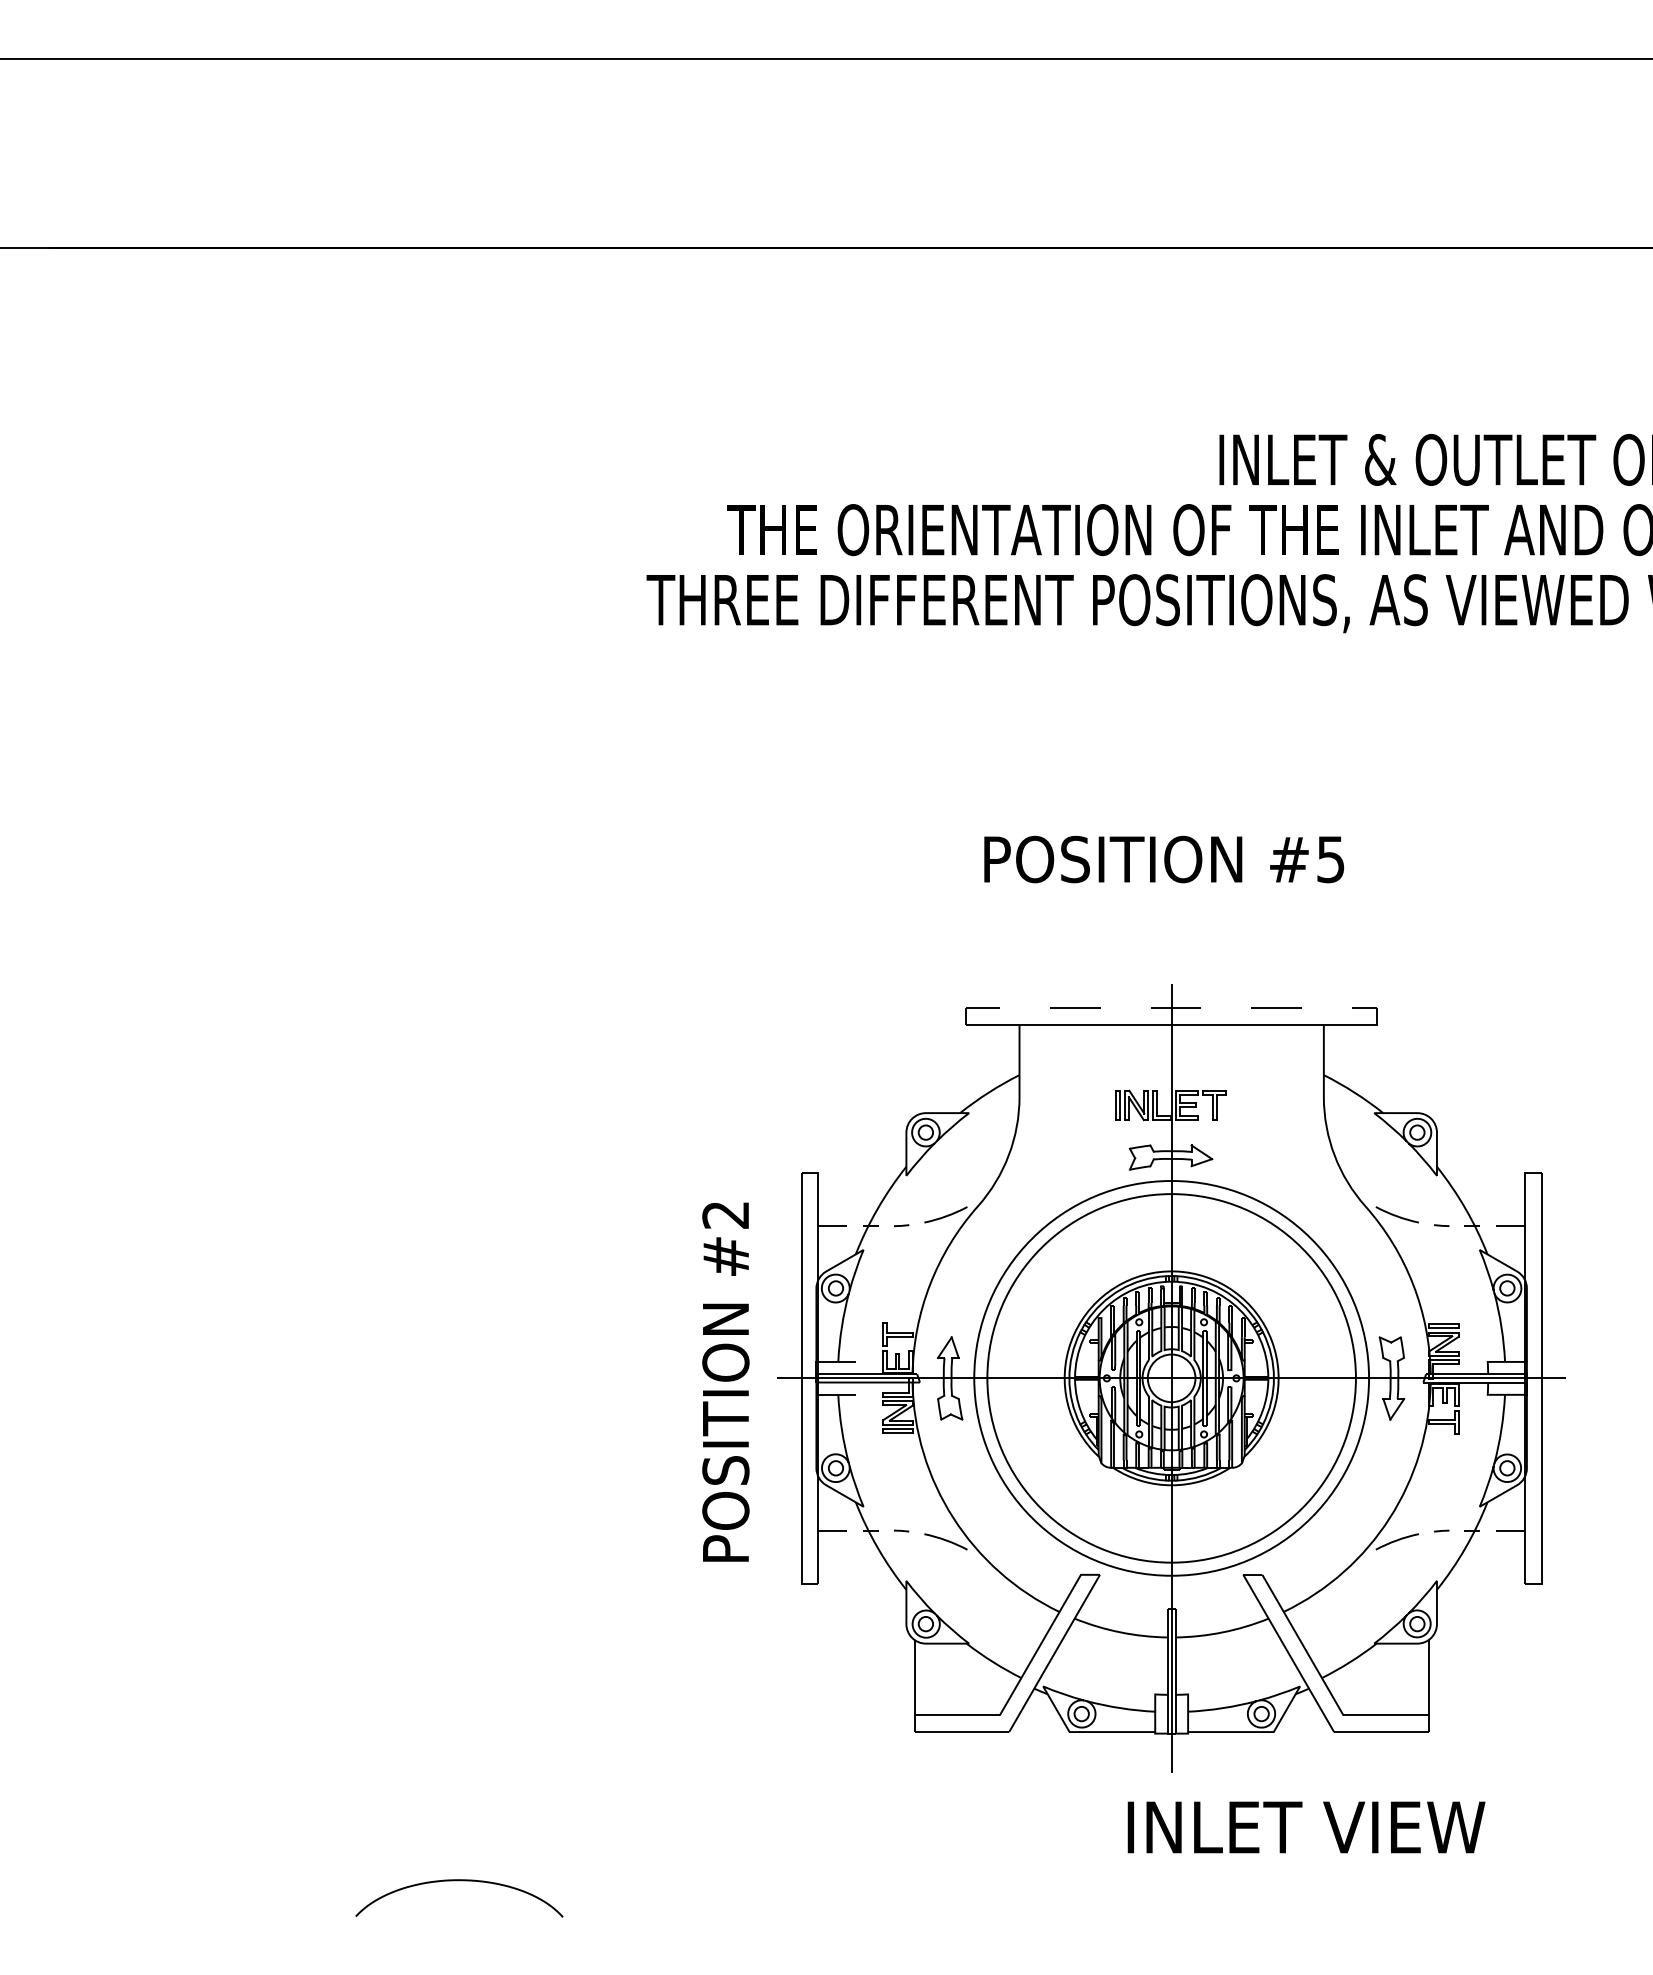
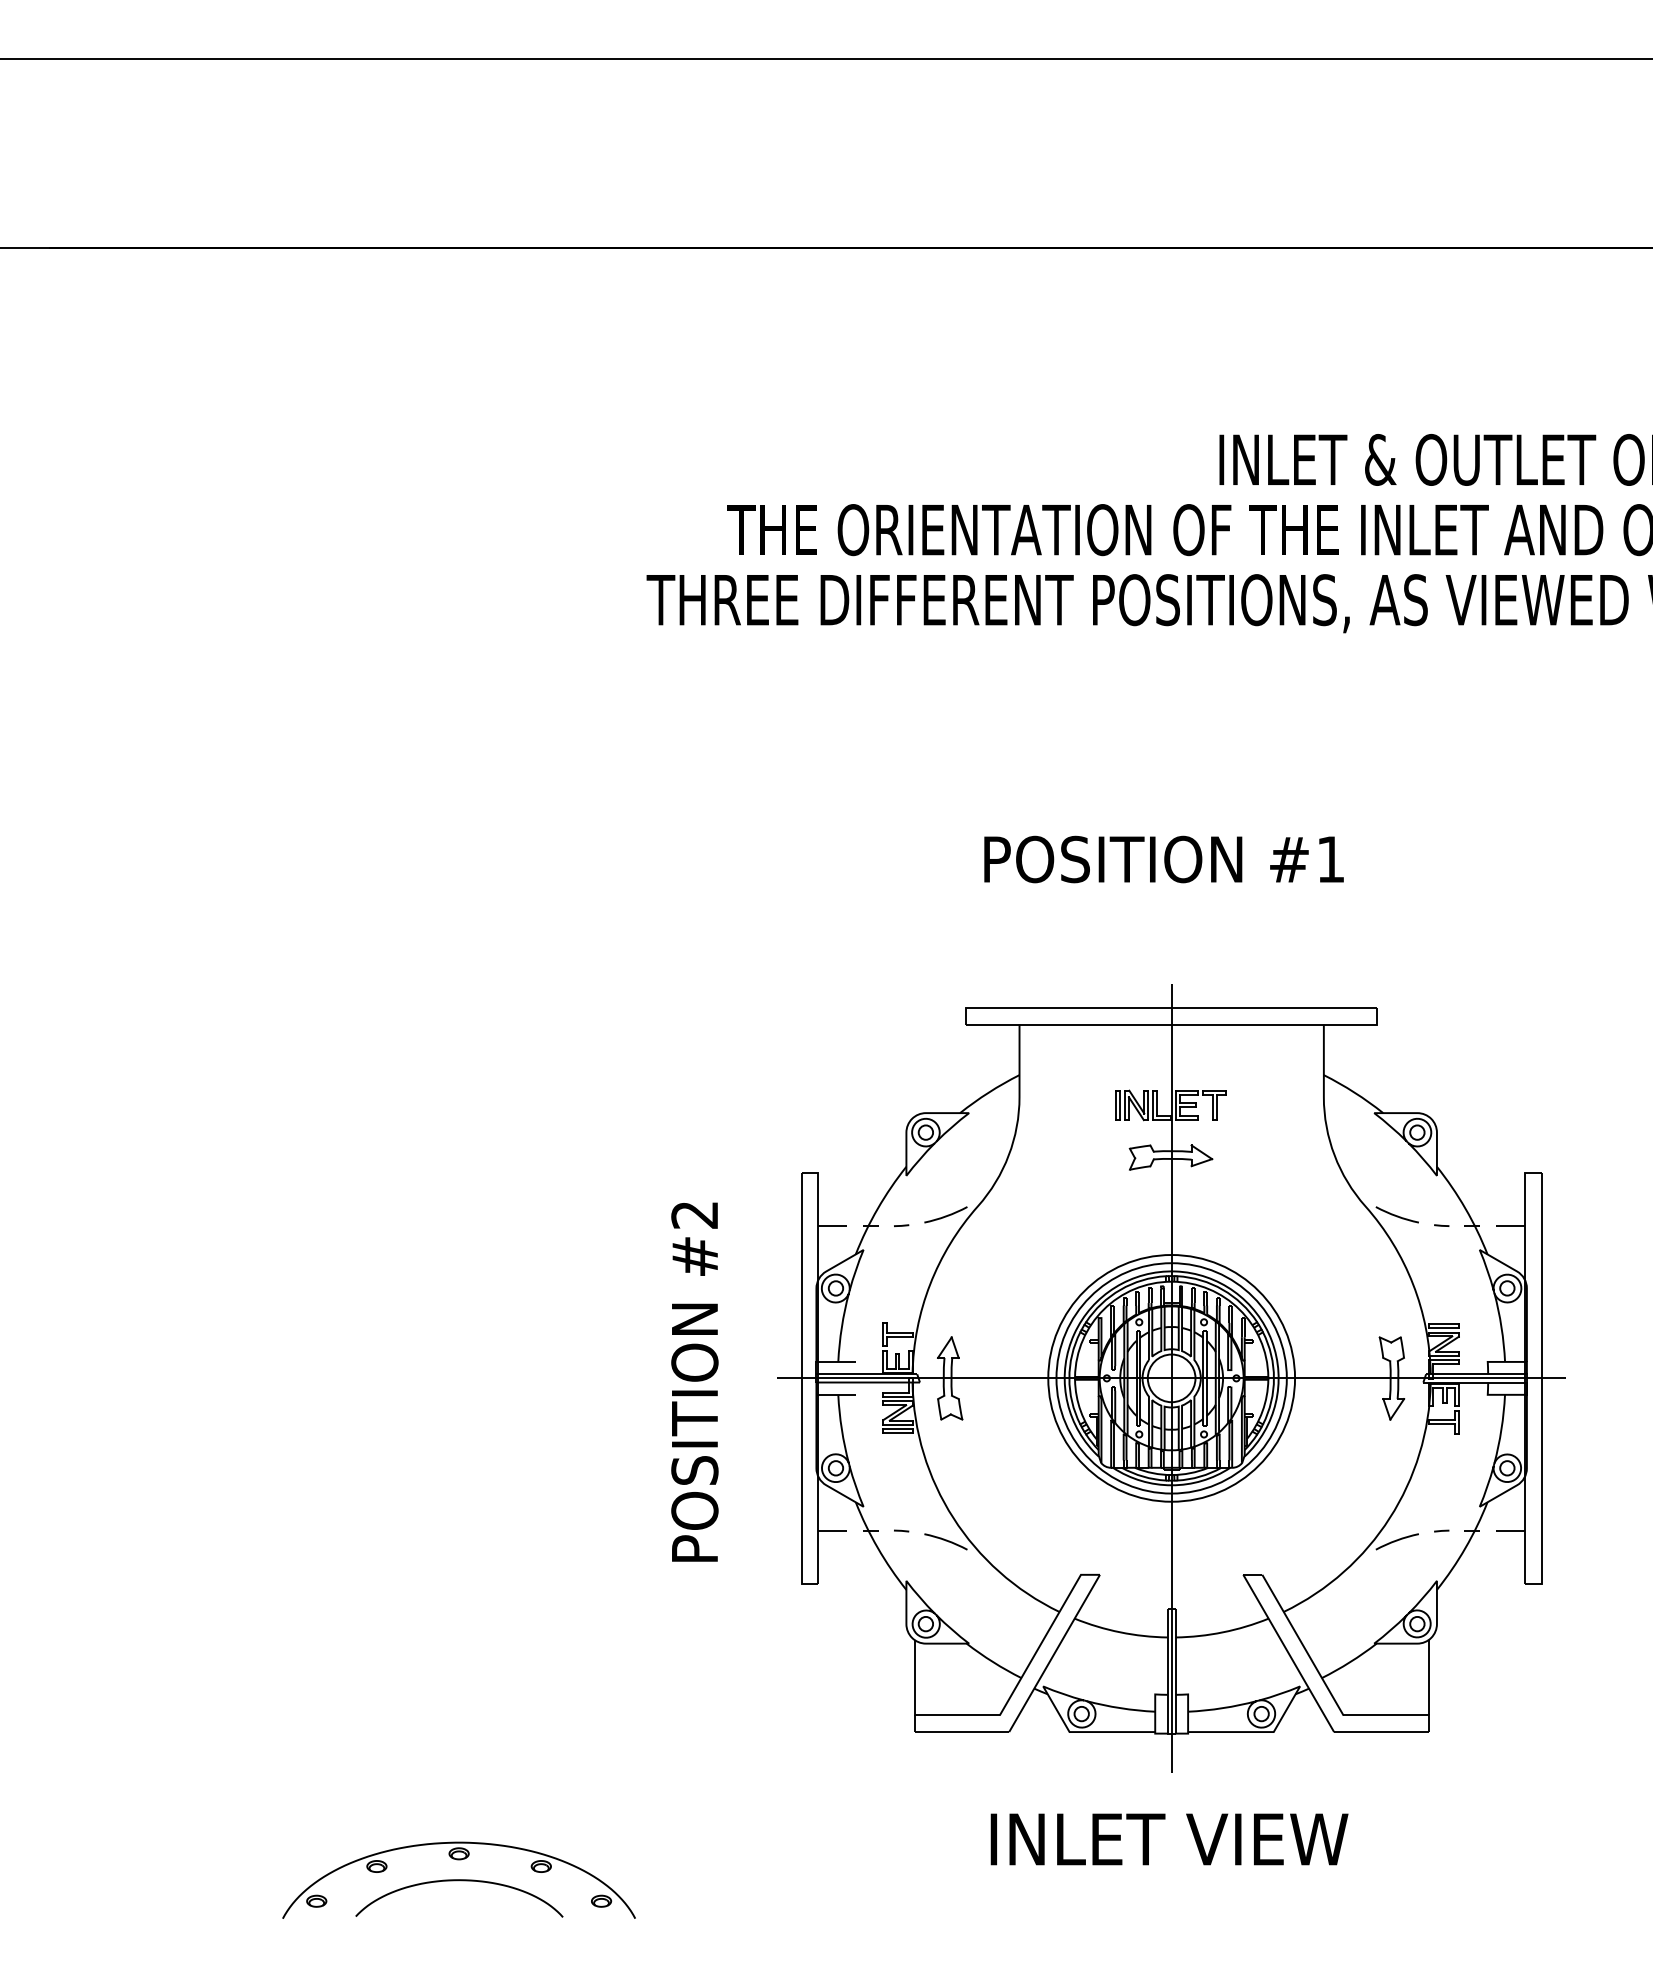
text at (1330, 859): #5 -> #1
line at (1162, 1008): dashed -> solid
circle at (1171, 1377) diameter: 395 px -> 247 px
circle at (1171, 1378) diameter: 369 px -> 230 px
text at (725, 1381) position: (725, 1381) -> (694, 1381)
text at (1306, 1827) position: (1306, 1827) -> (1169, 1839)
part at (458, 1860): none -> present
